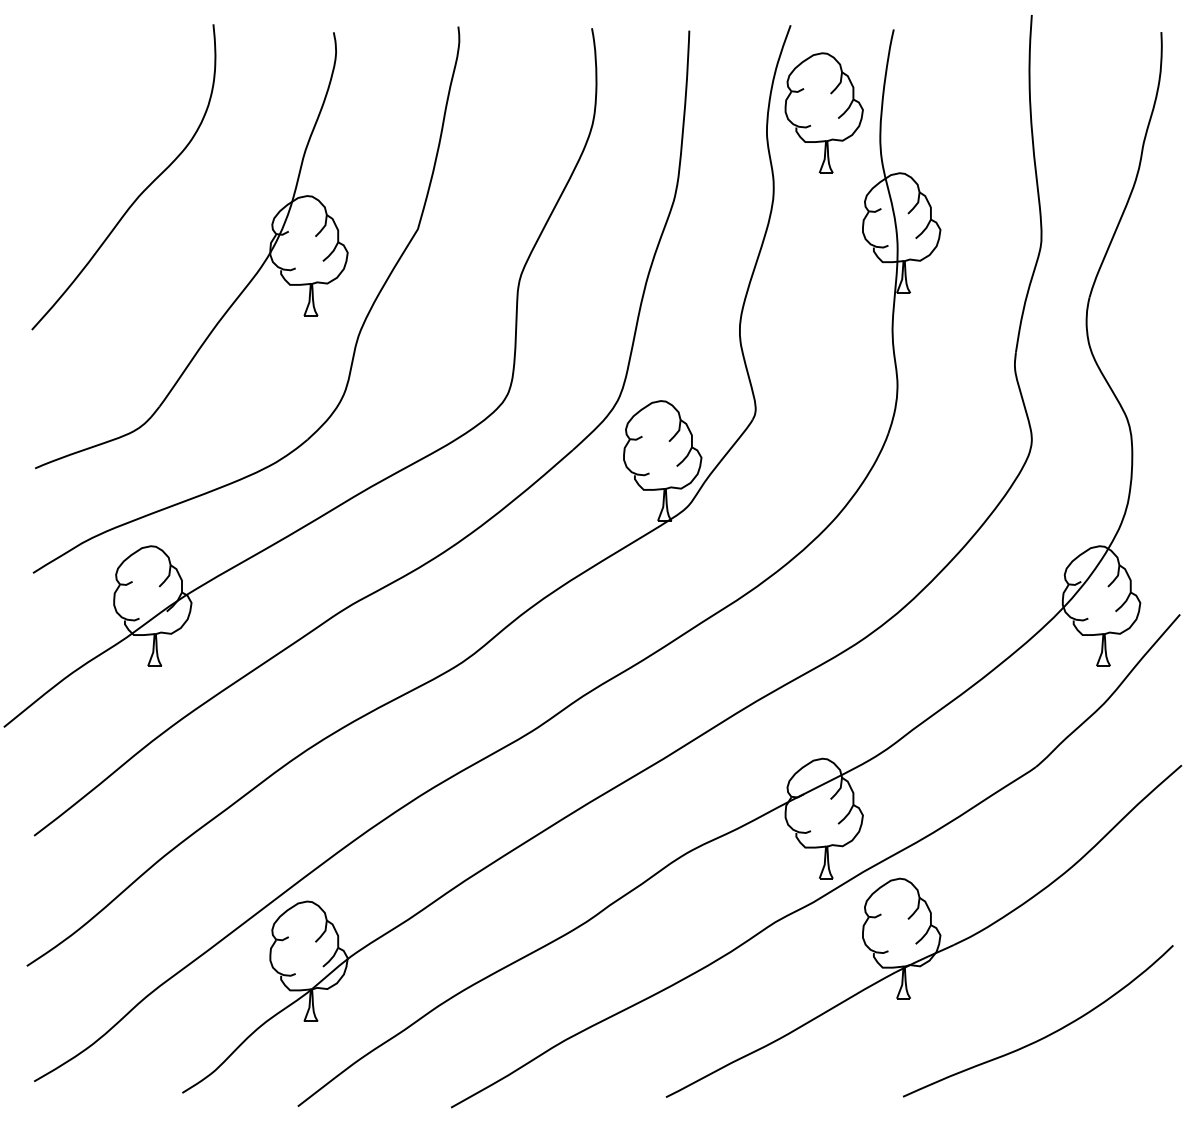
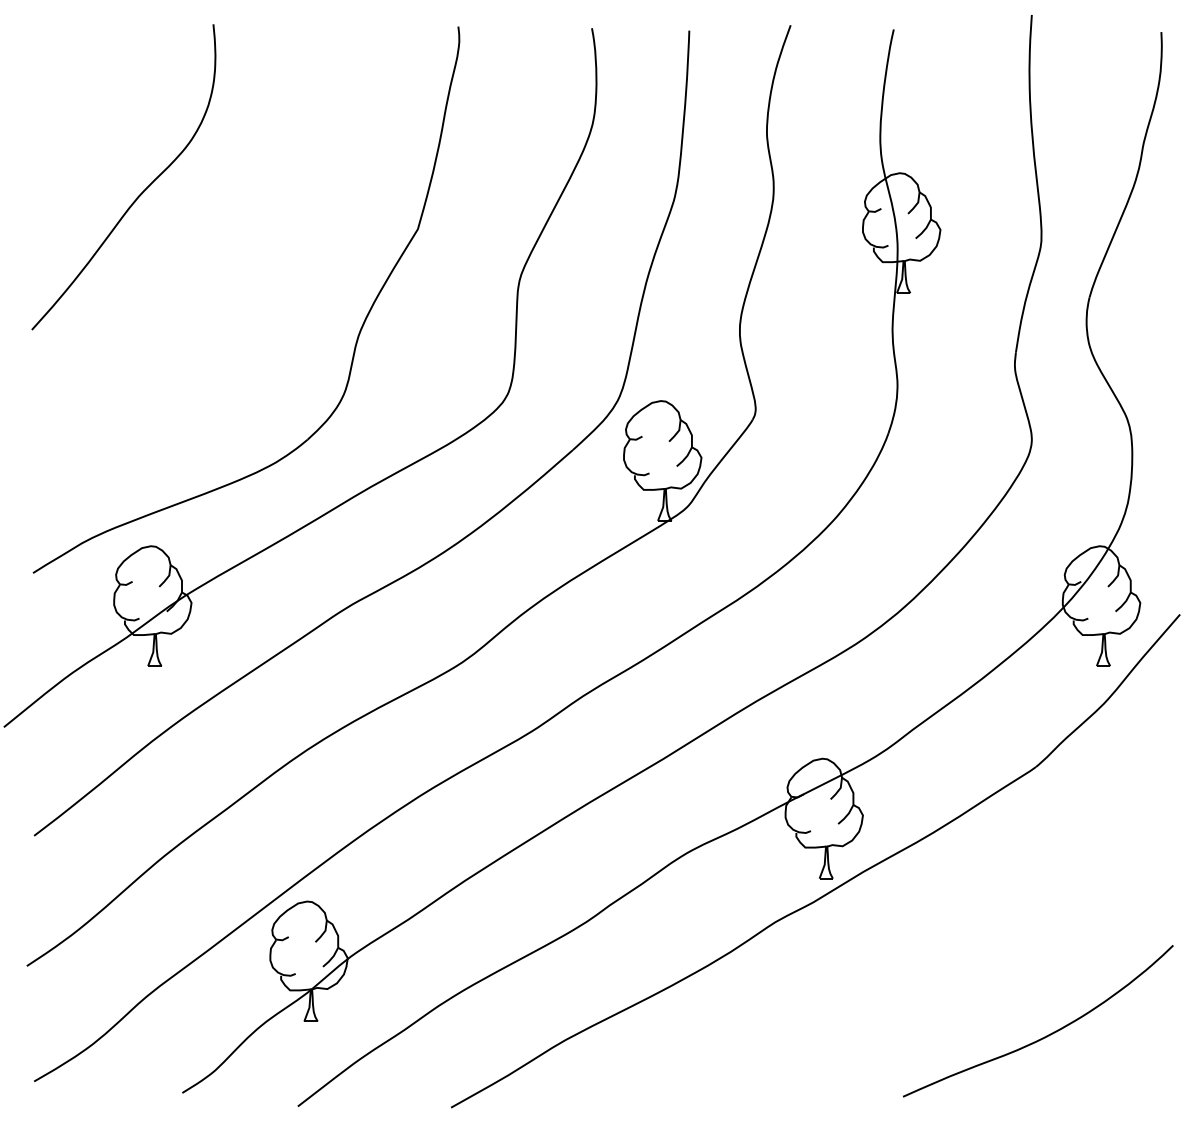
part at (823, 112): present -> none
part at (243, 288): present -> none
part at (923, 930): present -> none
